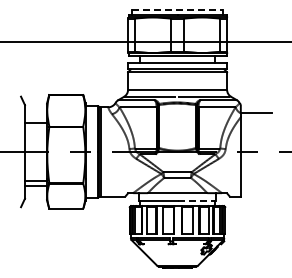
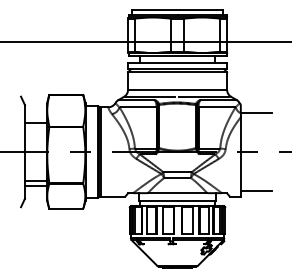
line at (178, 10): dashed -> solid
line at (255, 190): none -> present
line at (197, 201): dashed -> solid
